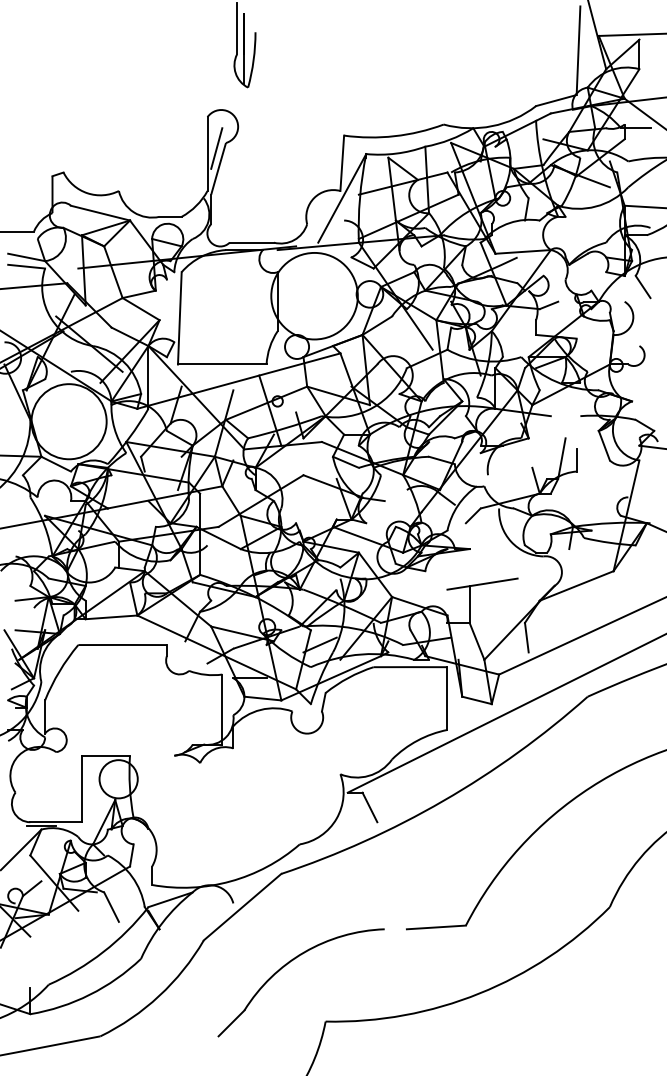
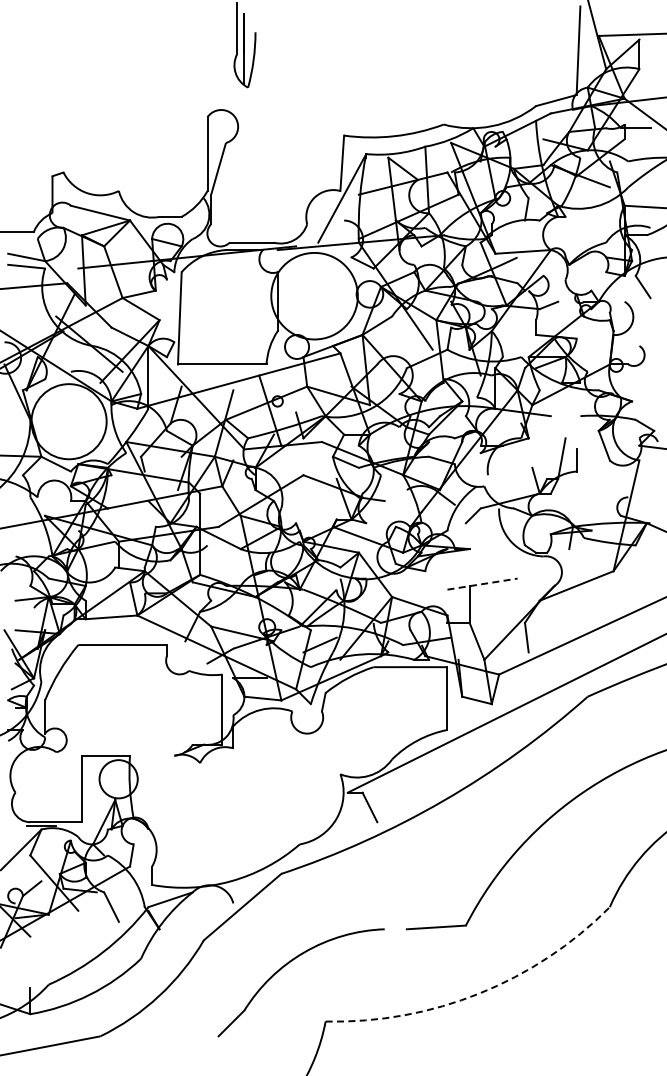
line at (216, 148): present -> none
line at (482, 584): solid -> dashed
arc at (479, 993): solid -> dashed
